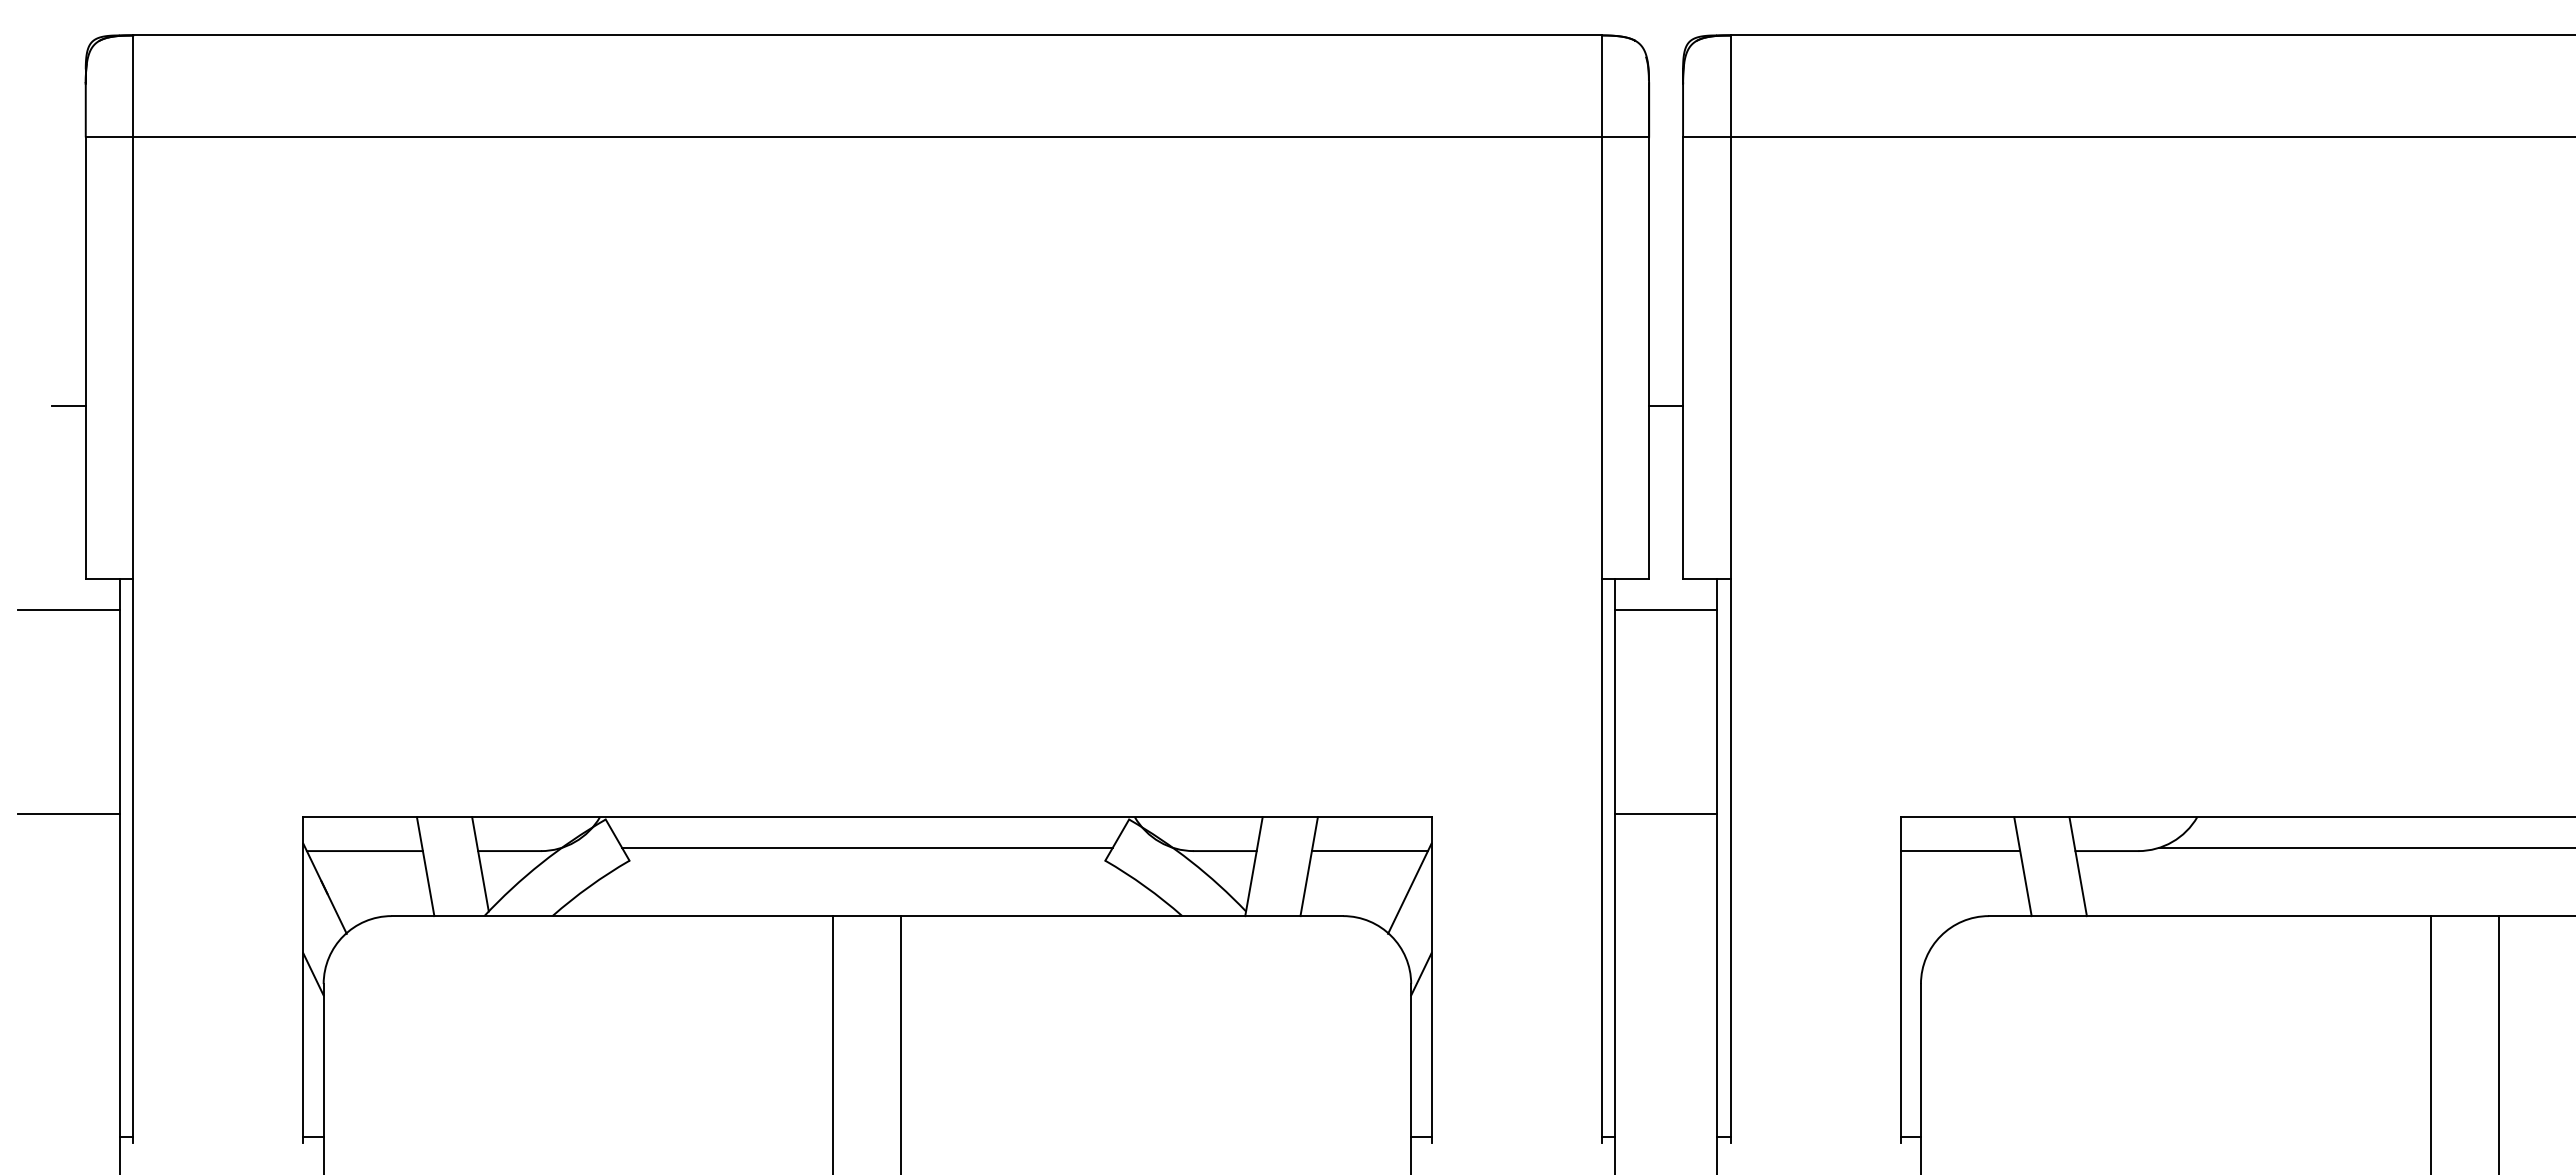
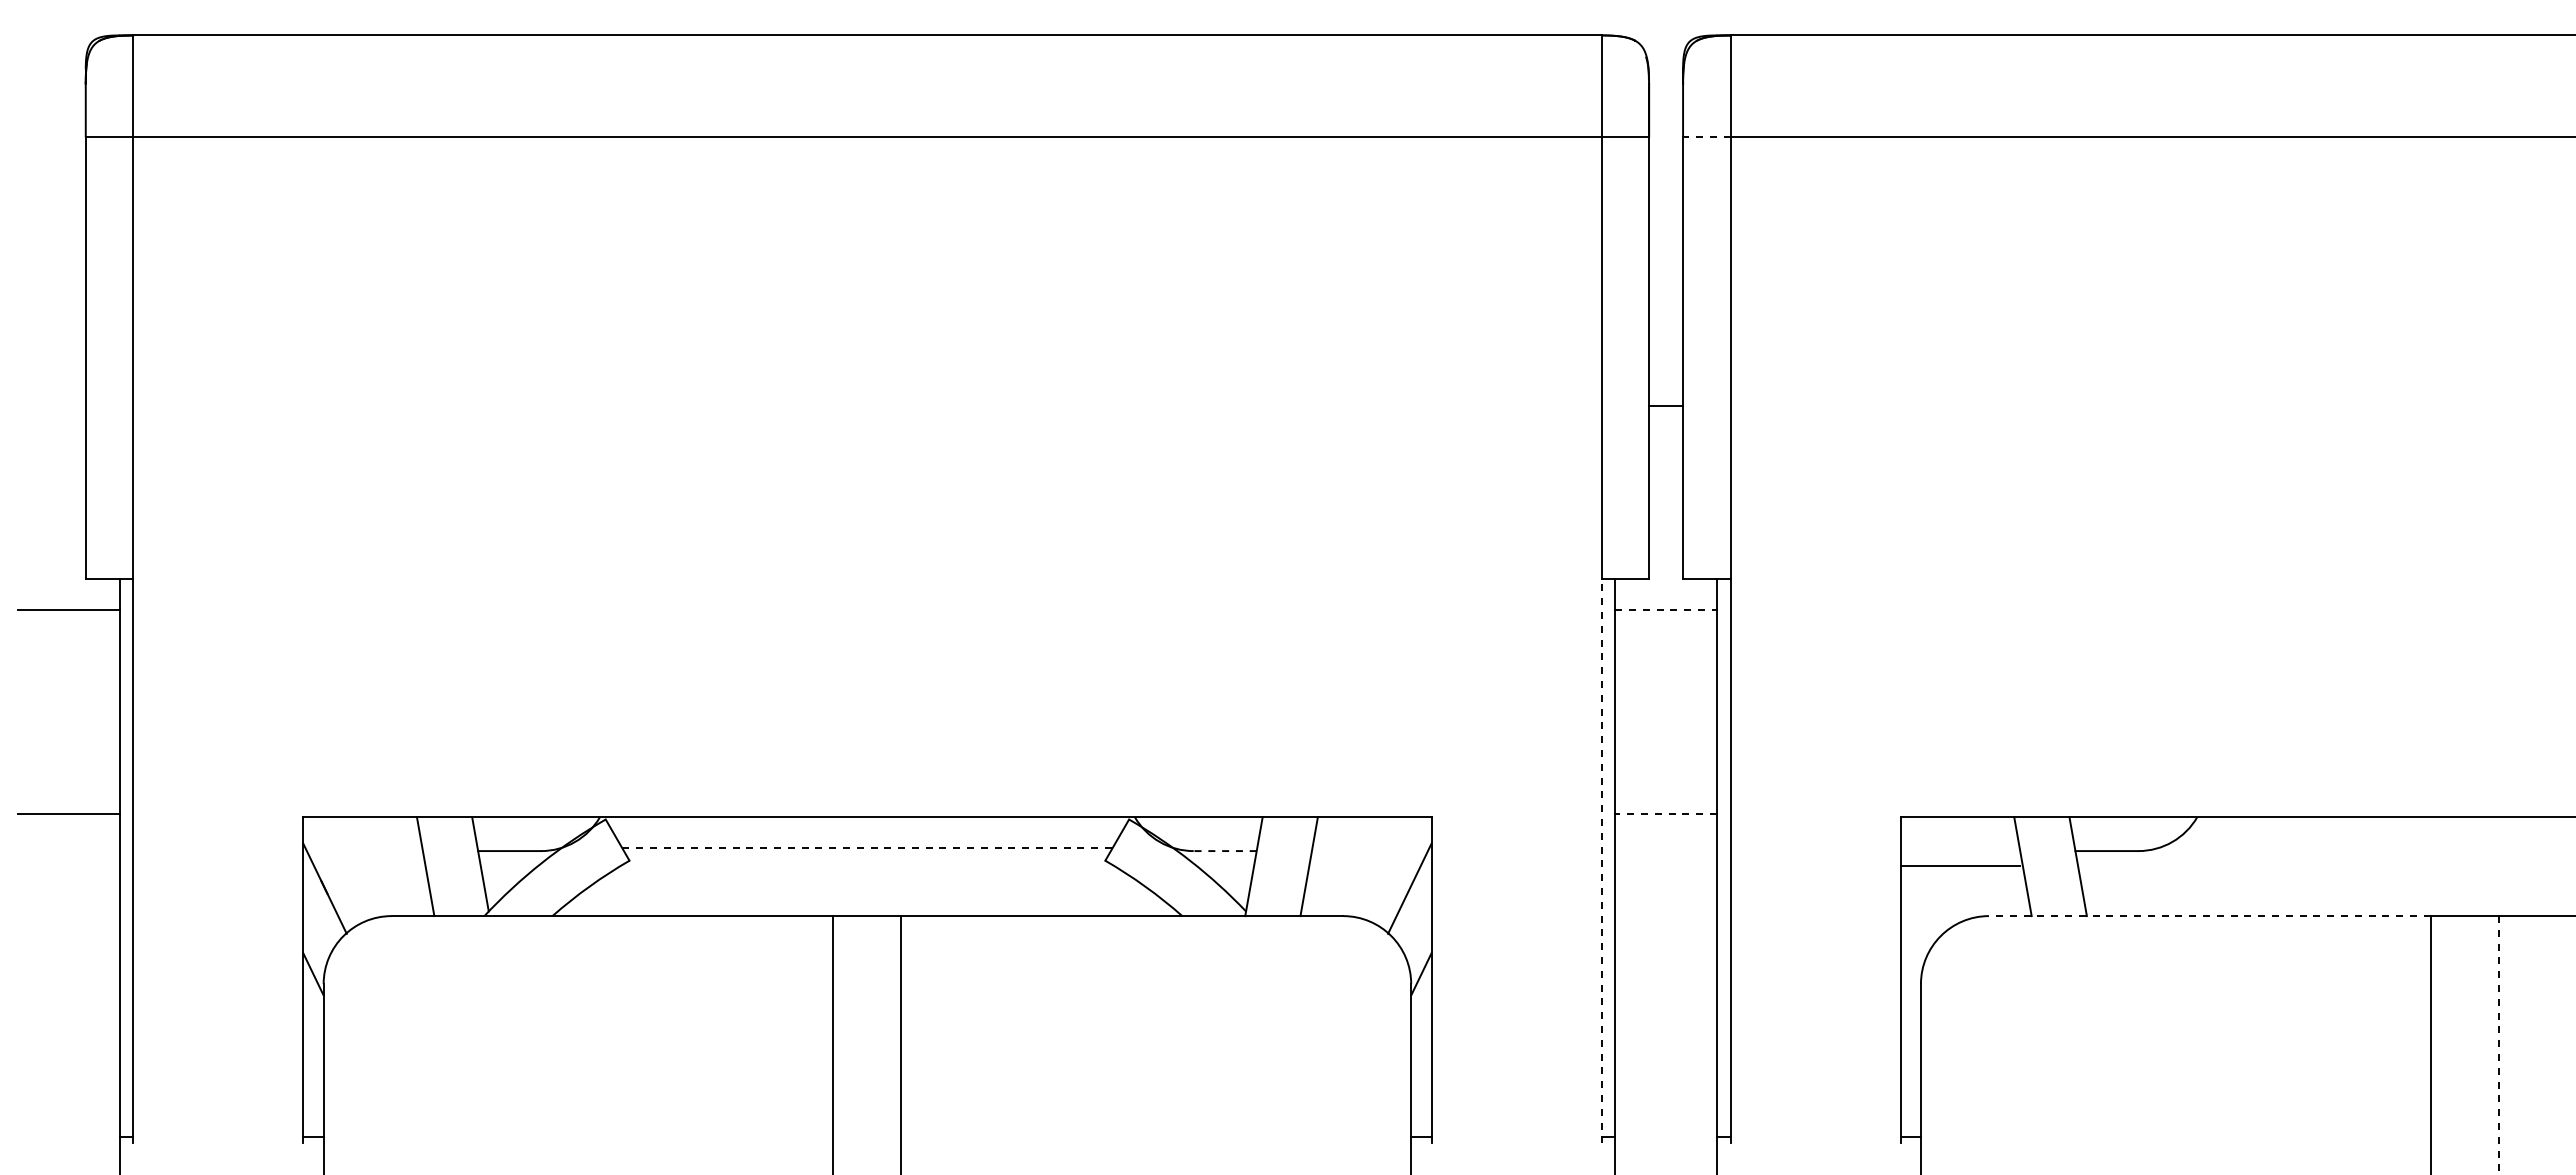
line at (1706, 137): solid -> dashed
line at (68, 406): present -> none
line at (1666, 610): solid -> dashed
line at (1666, 814): solid -> dashed
line at (867, 847): solid -> dashed
line at (2365, 847): present -> none
line at (364, 851): present -> none
line at (1225, 851): solid -> dashed
line at (1369, 851): present -> none
line at (1960, 851) position: (1960, 851) -> (1960, 866)
line at (1601, 860): solid -> dashed
line at (2209, 916): solid -> dashed
line at (2498, 1045): solid -> dashed
